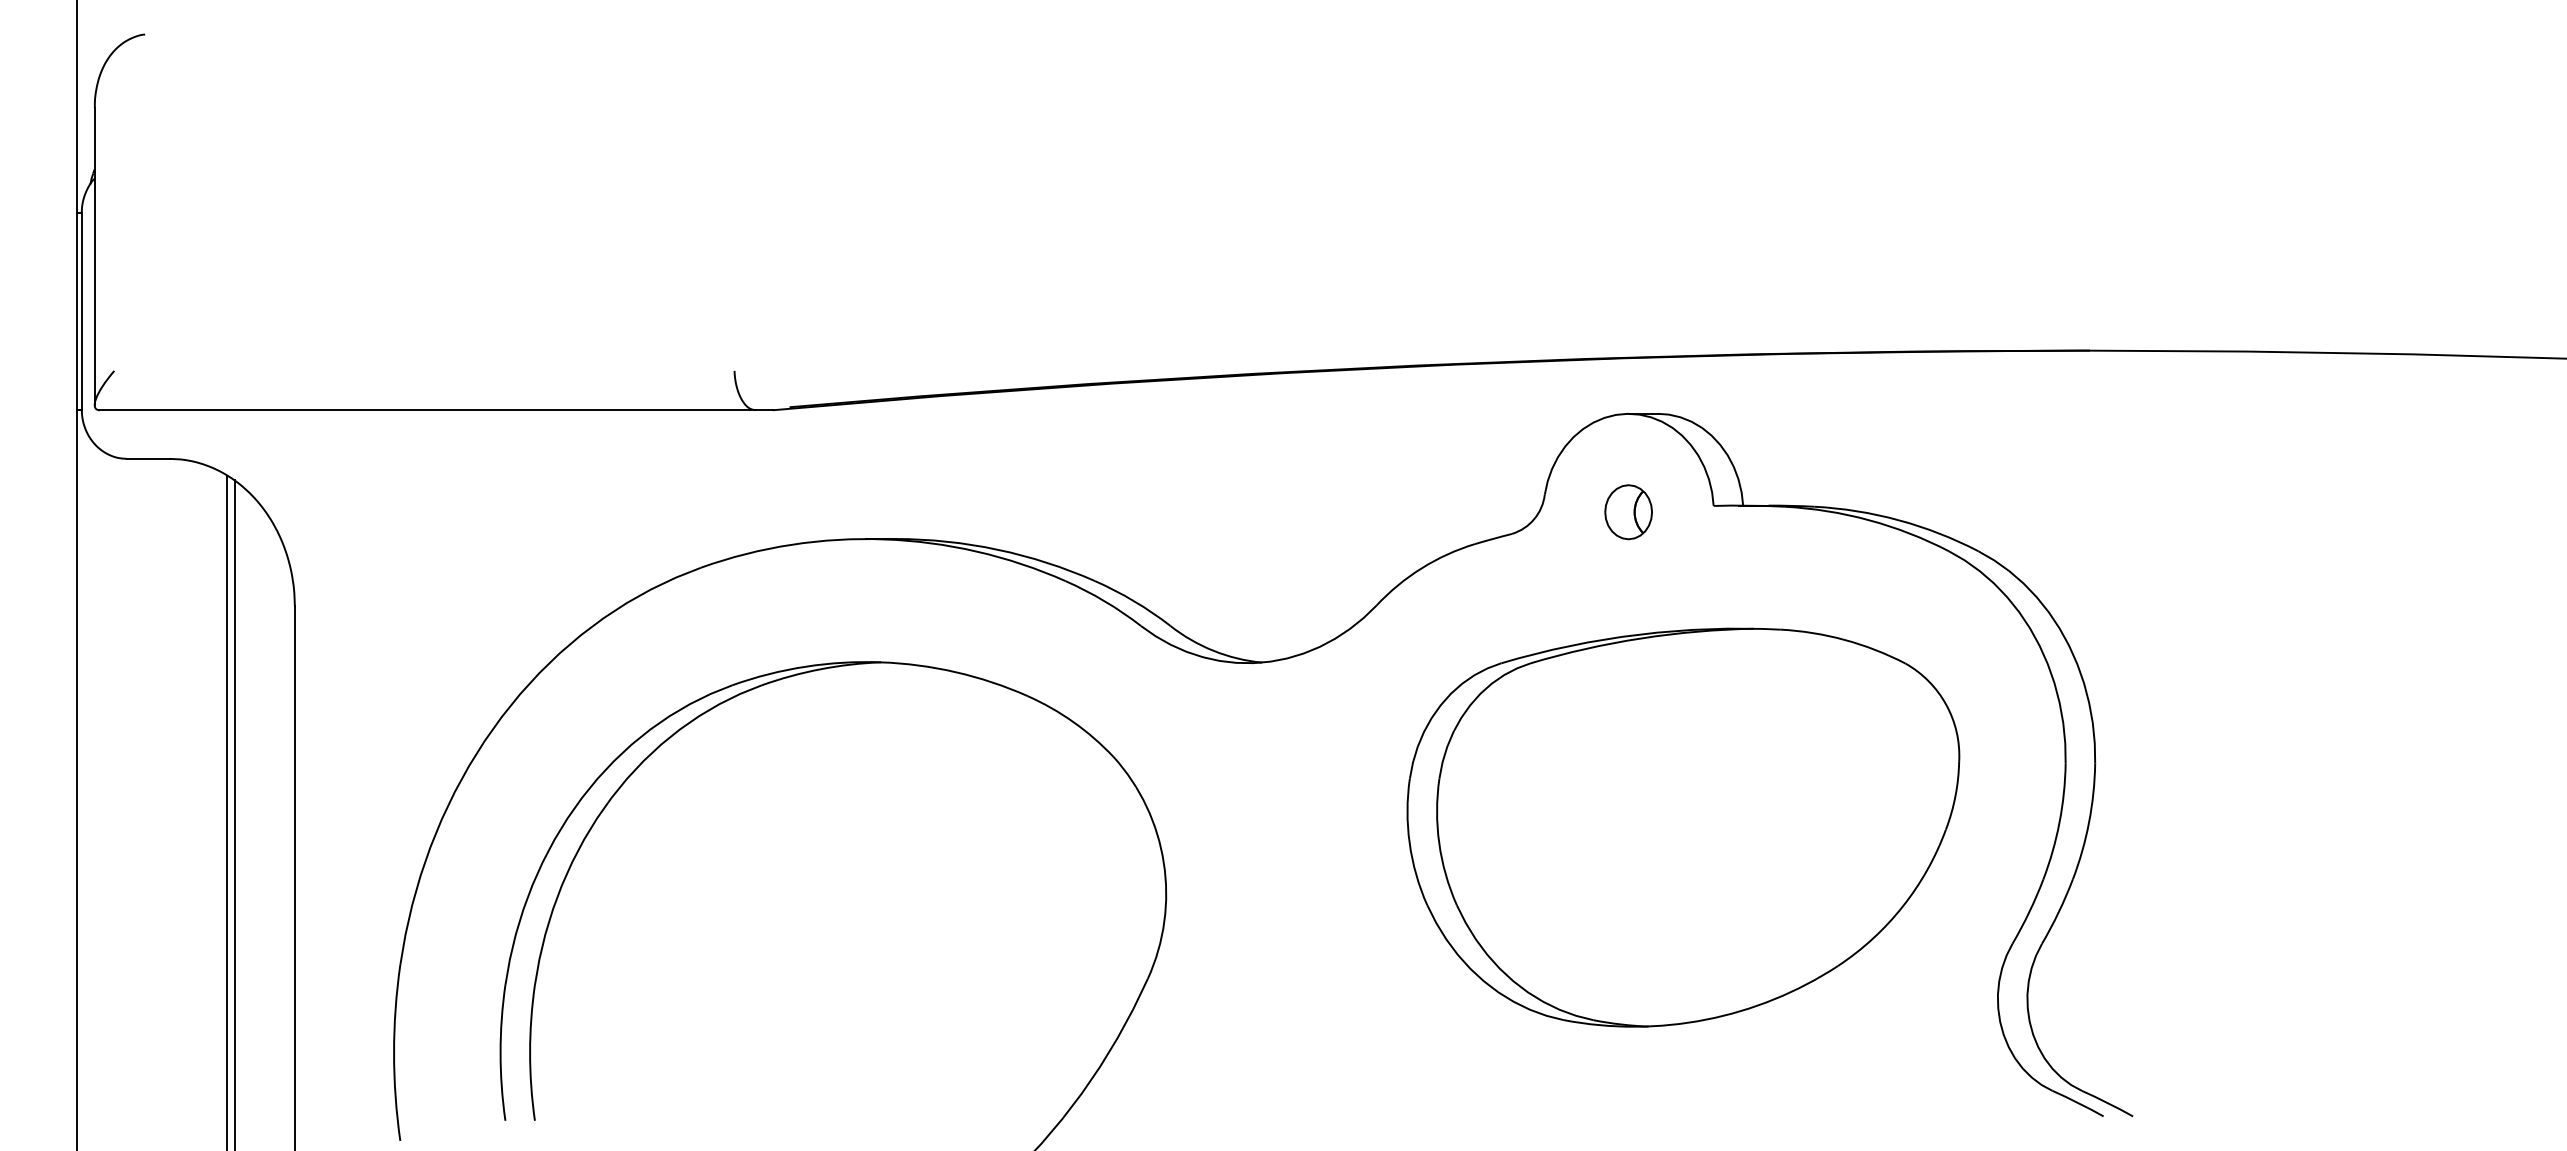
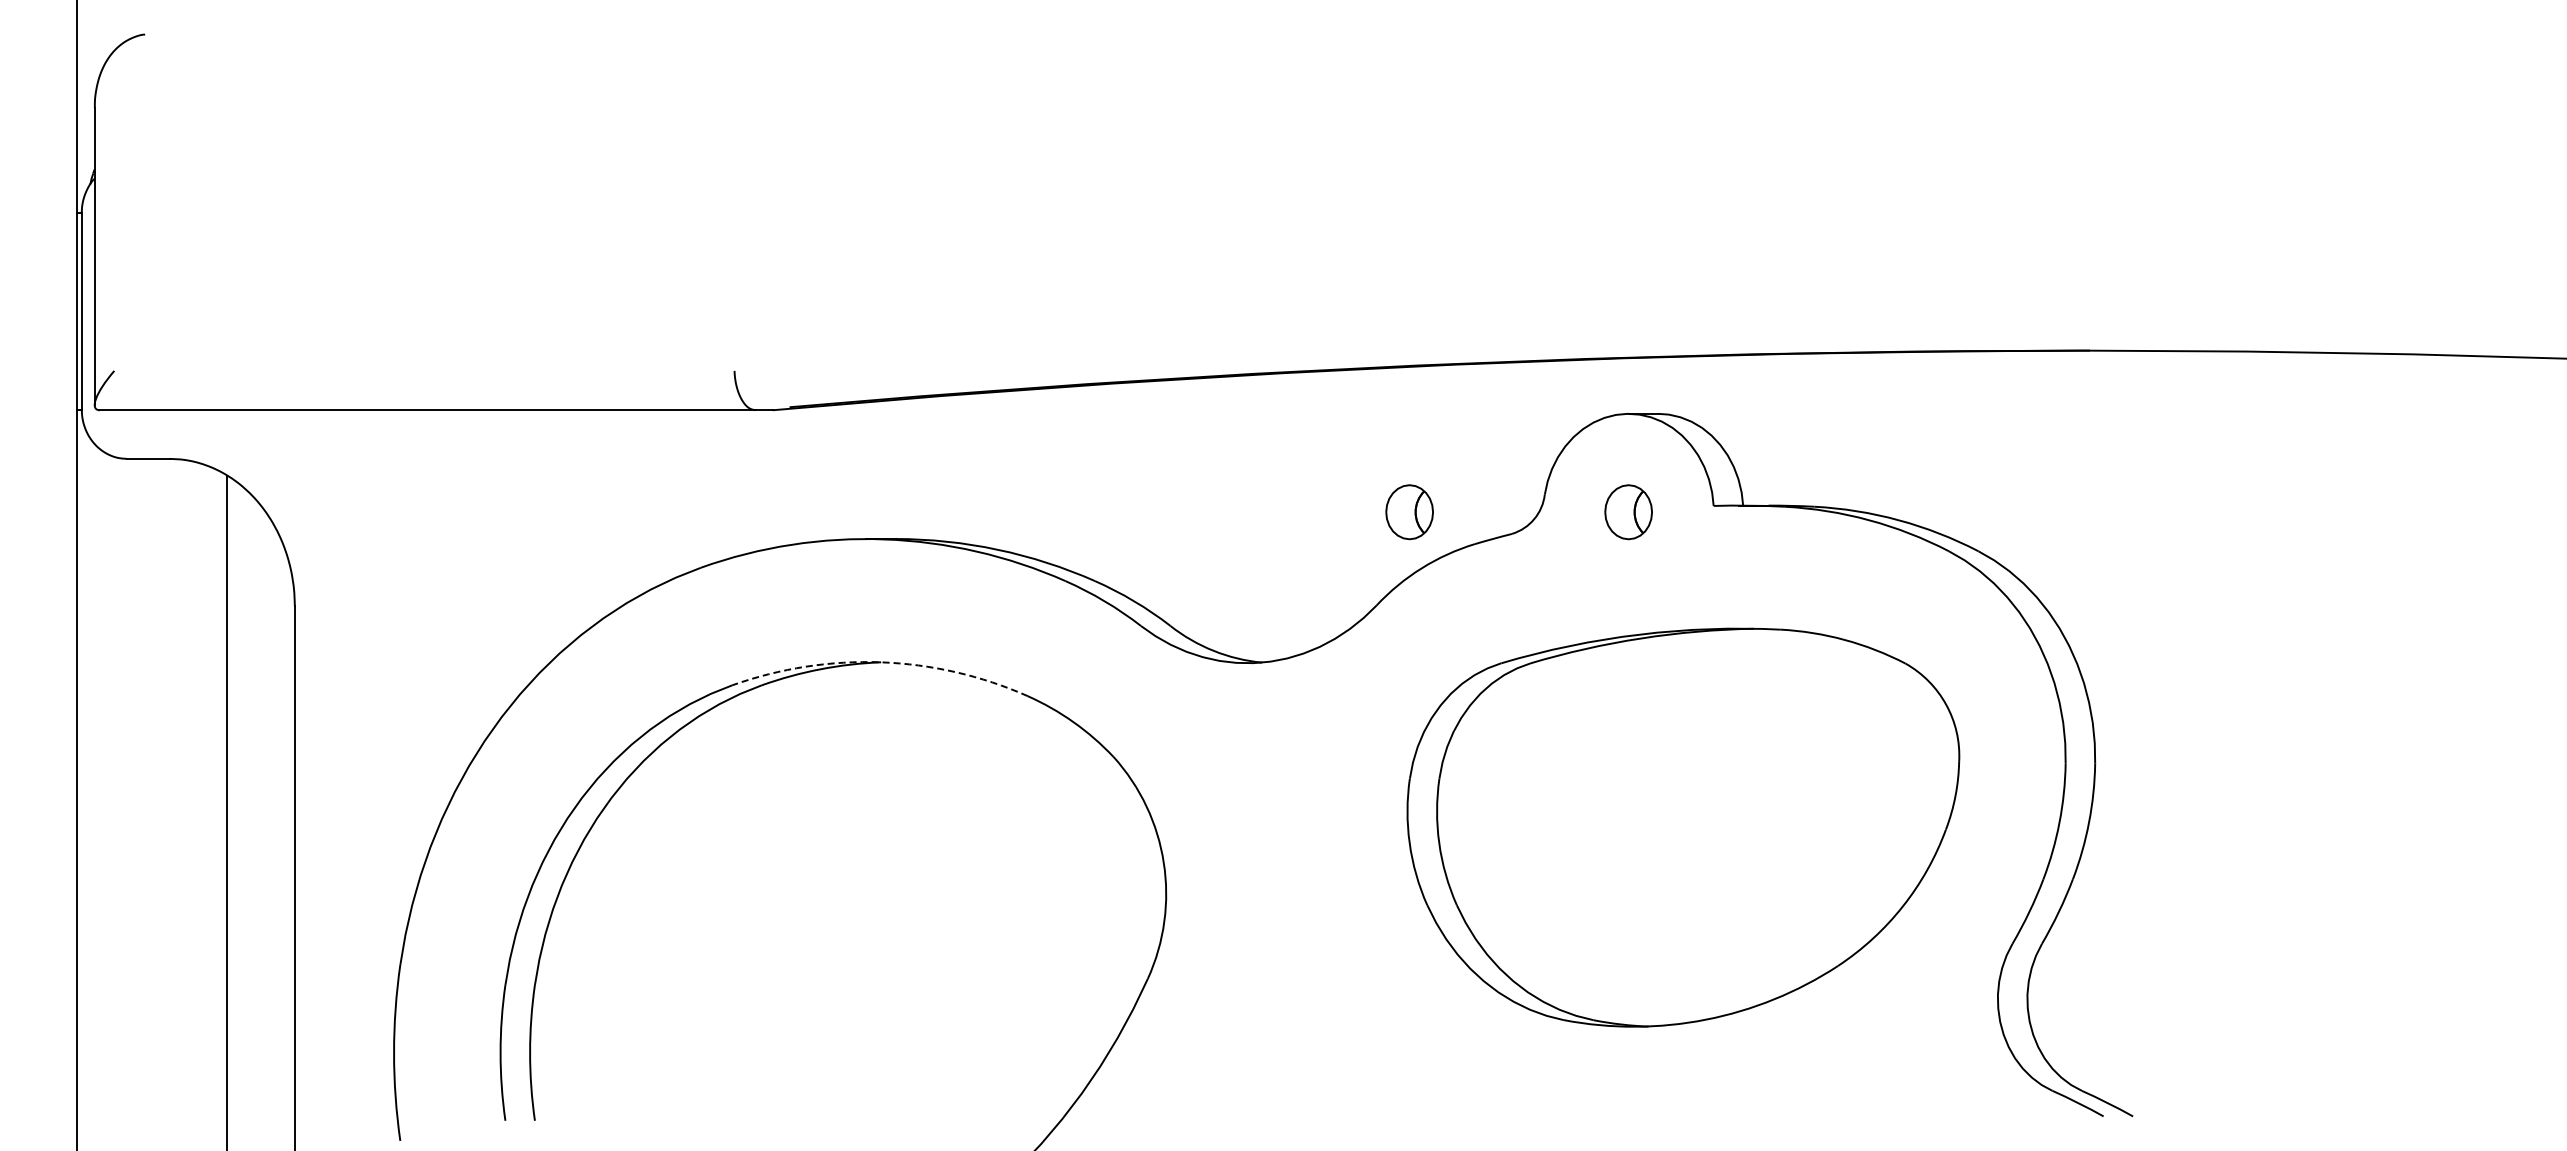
part at (1409, 512): none -> present
arc at (881, 662): solid -> dashed
line at (234, 813): present -> none
